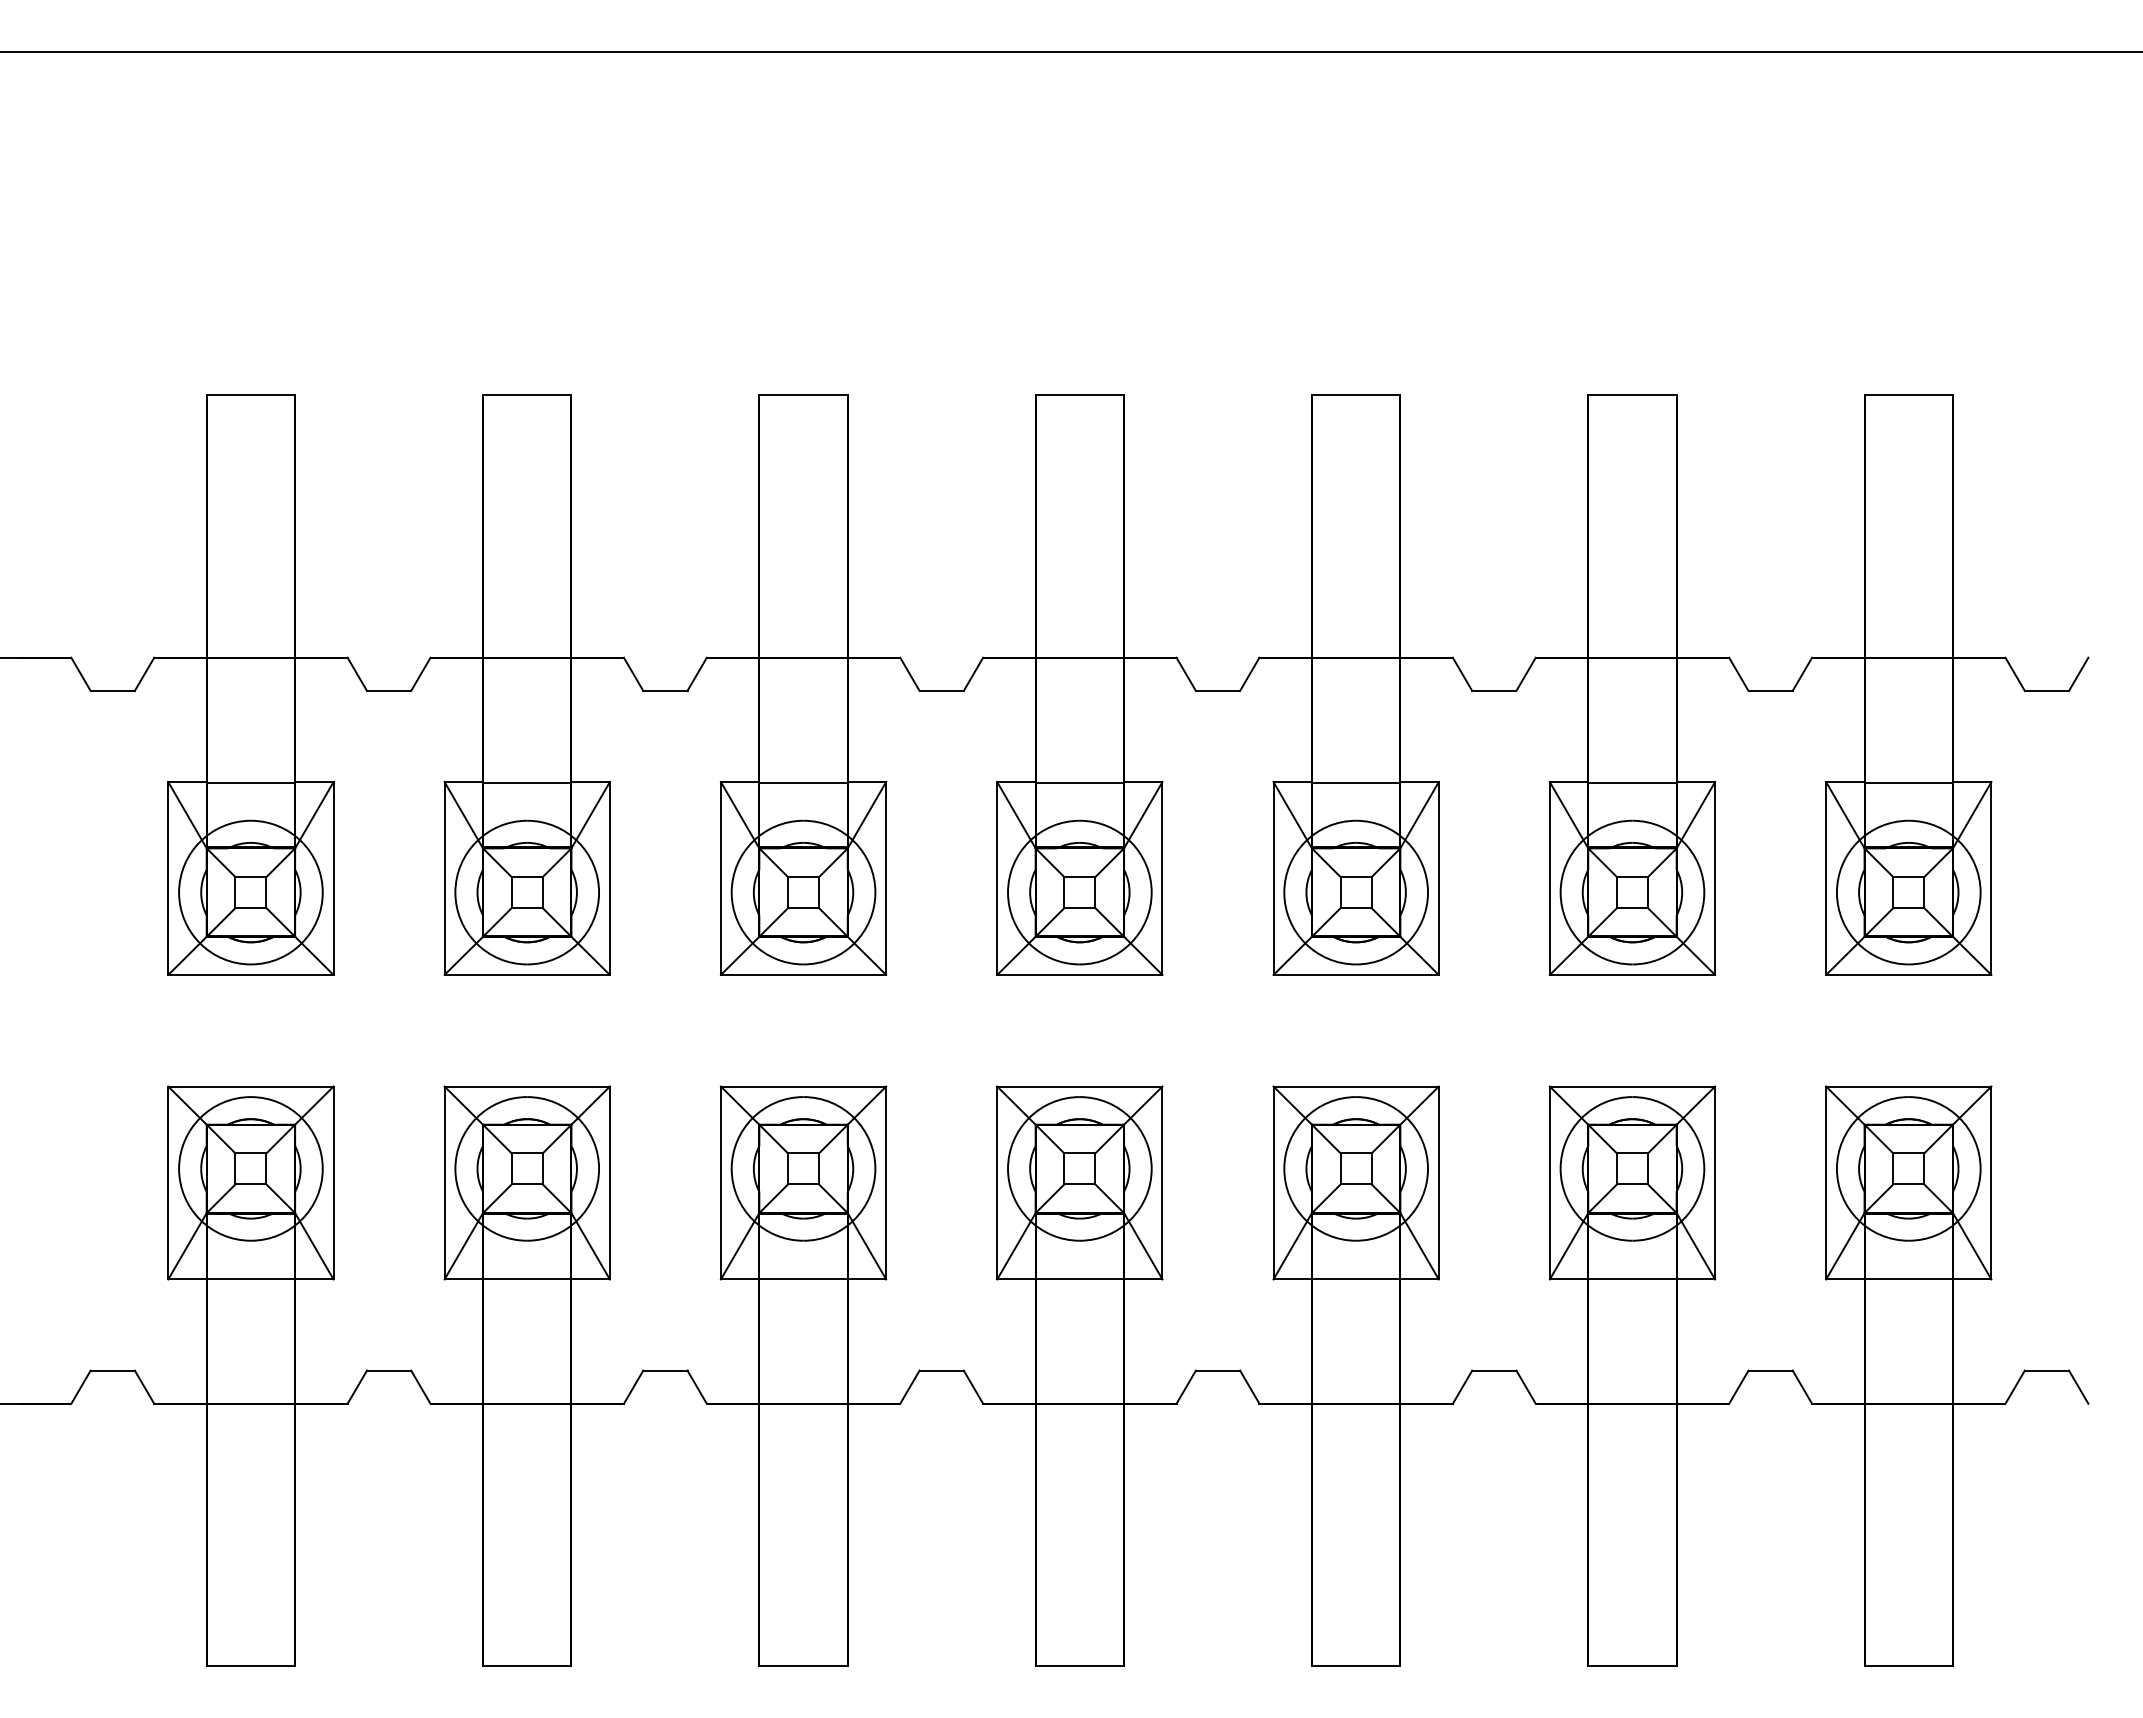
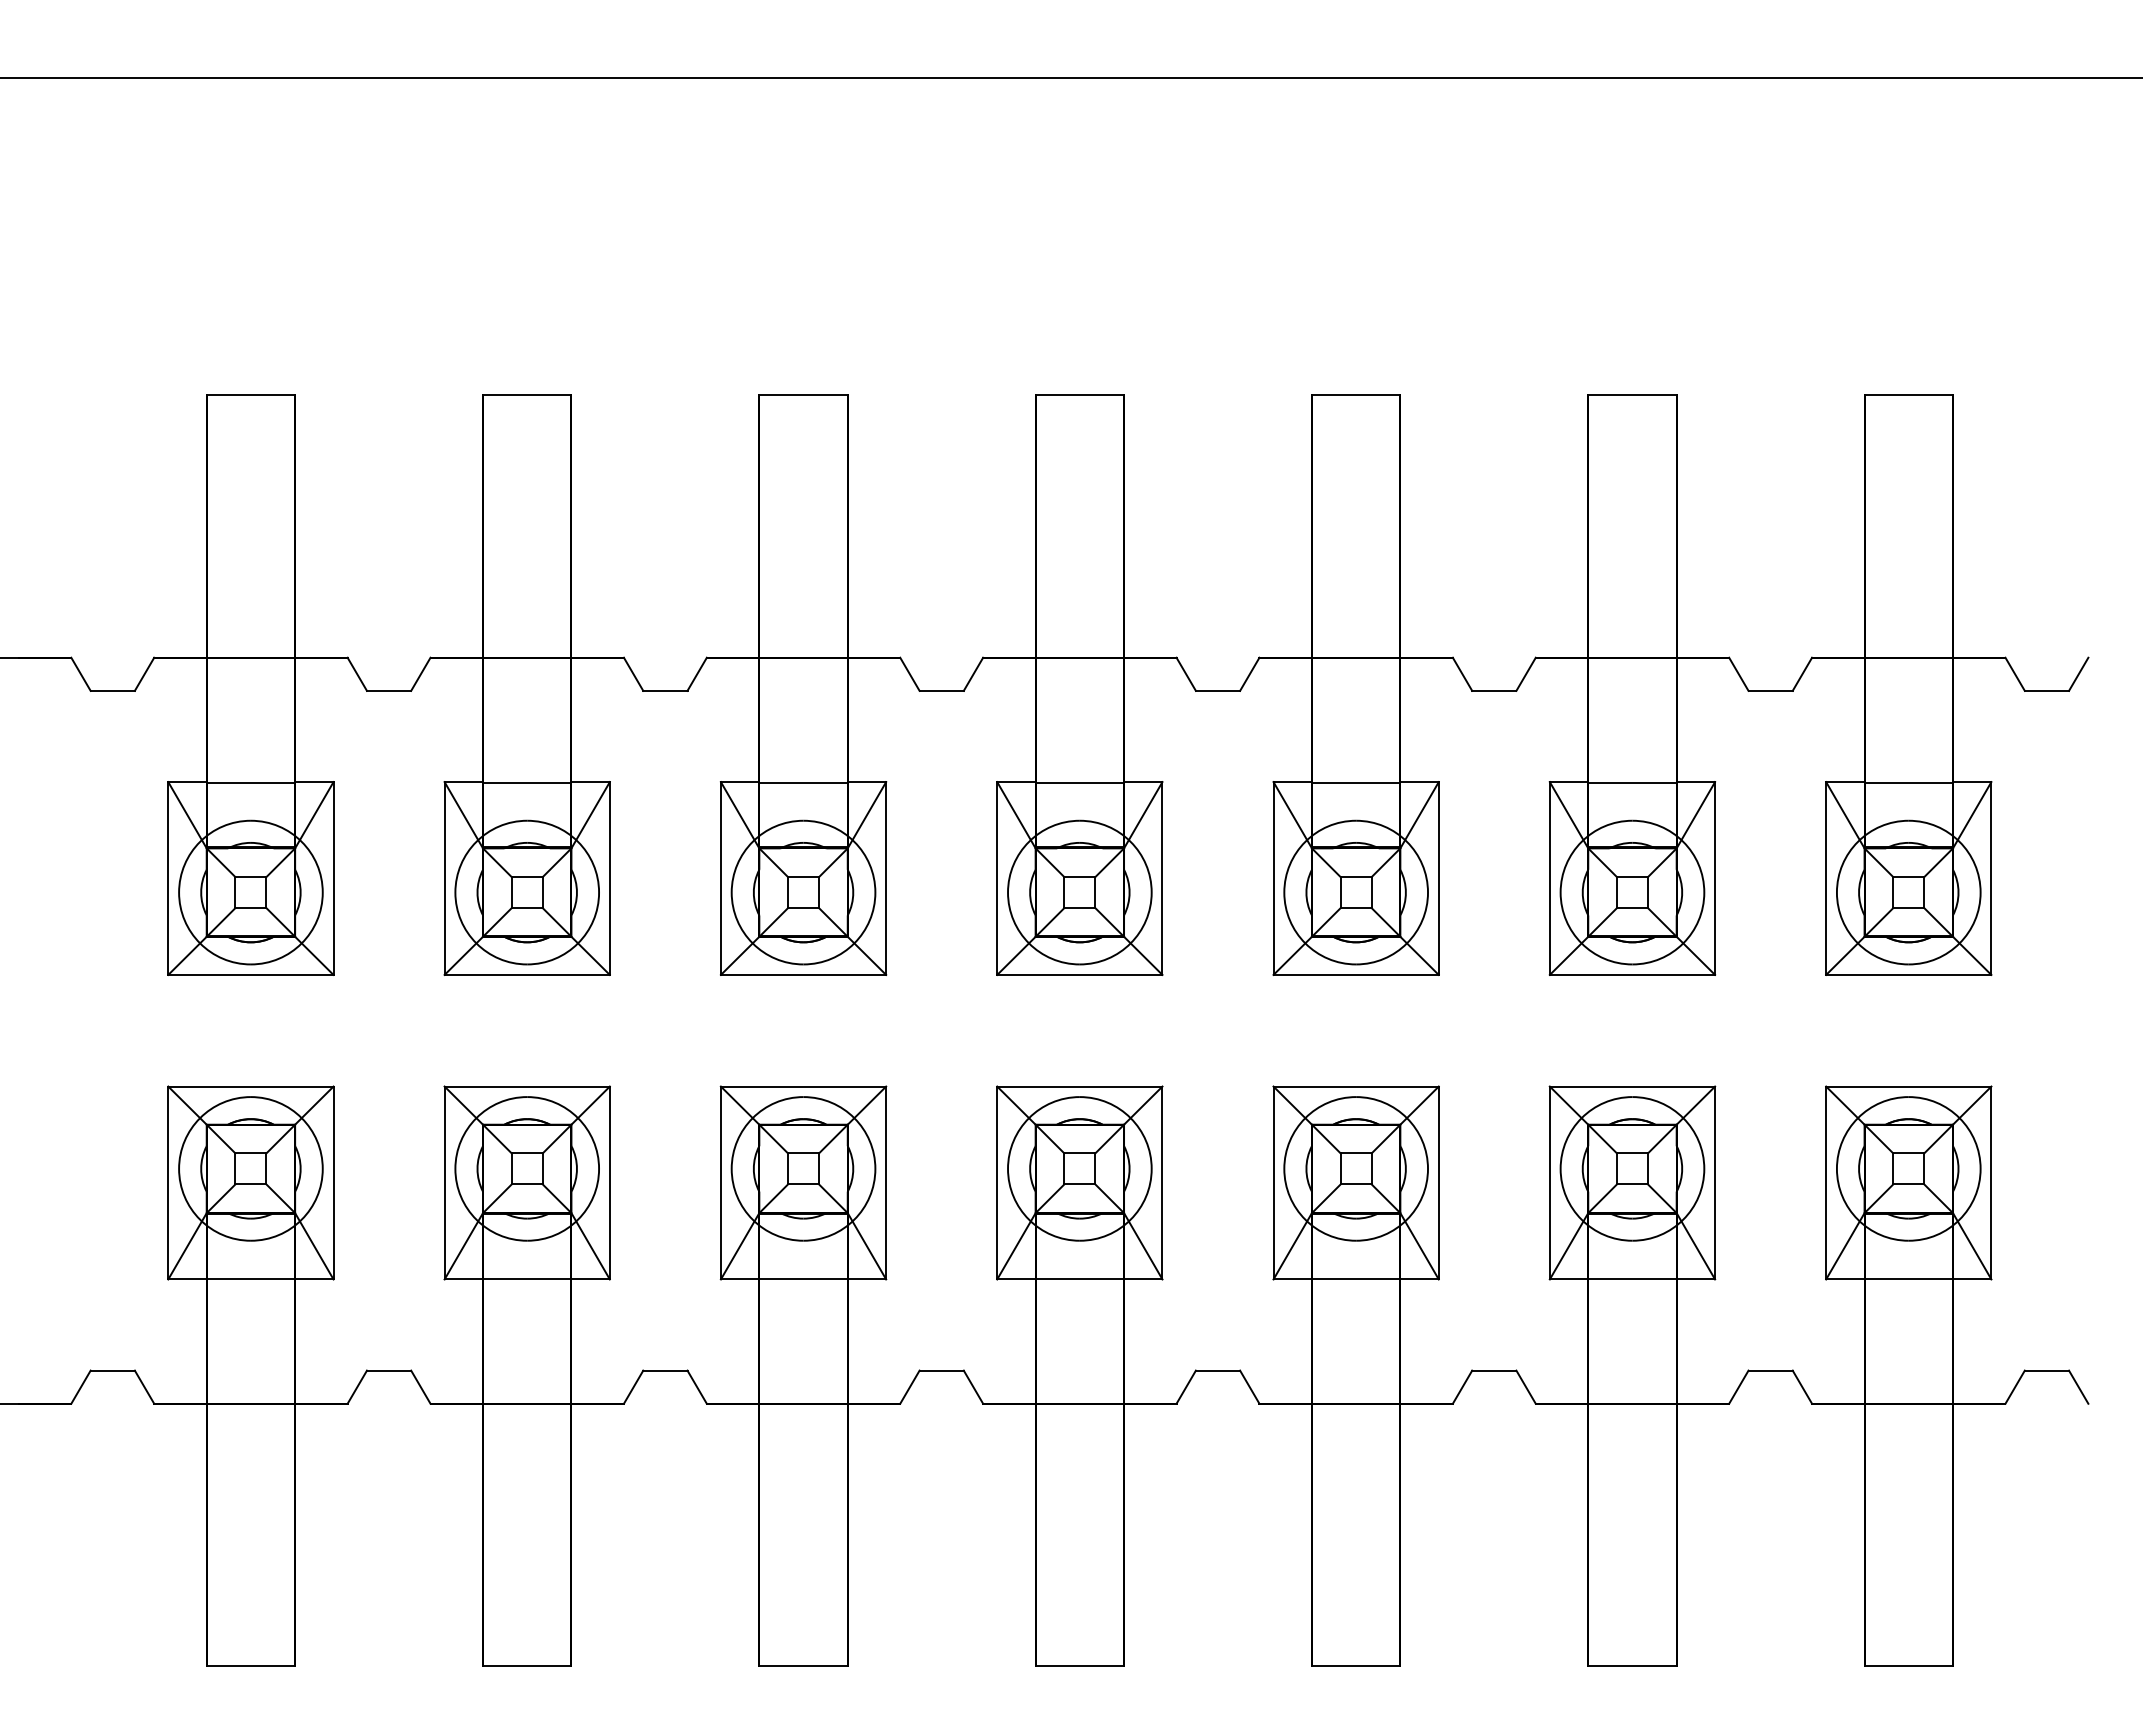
line at (1070, 51) position: (1070, 51) -> (1070, 77)
